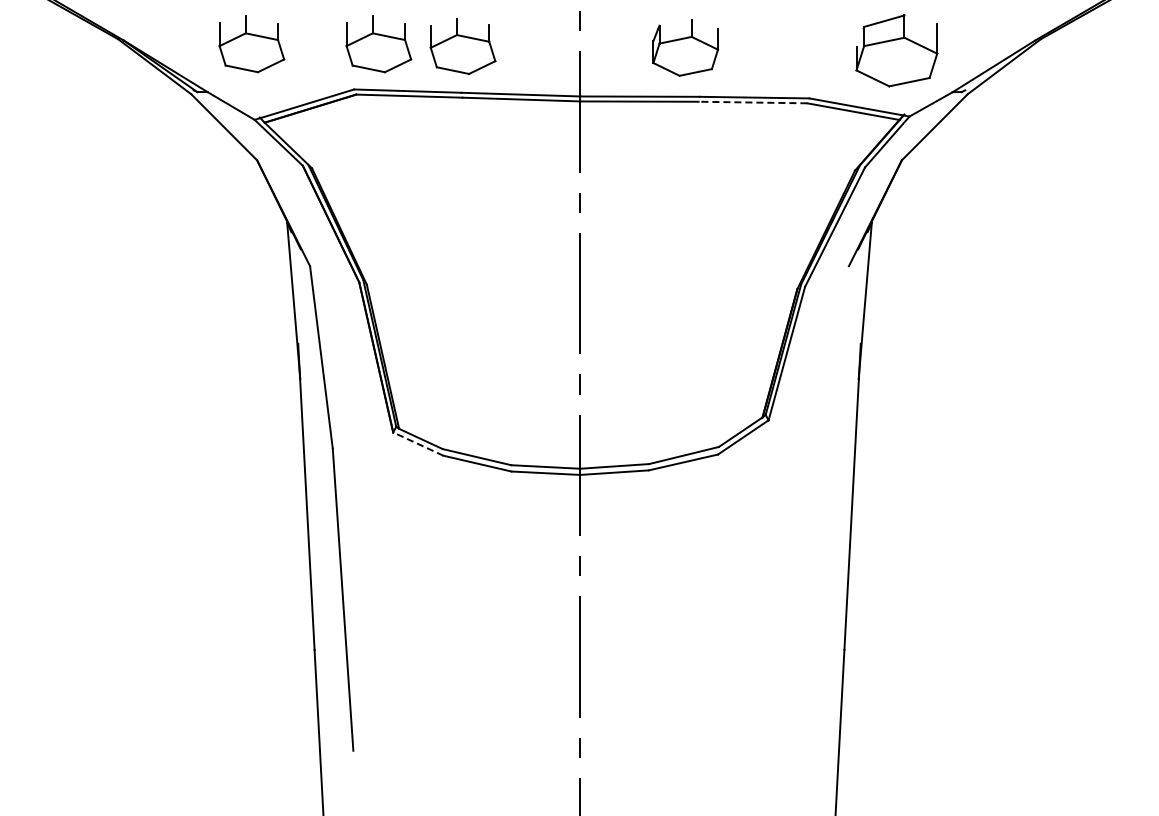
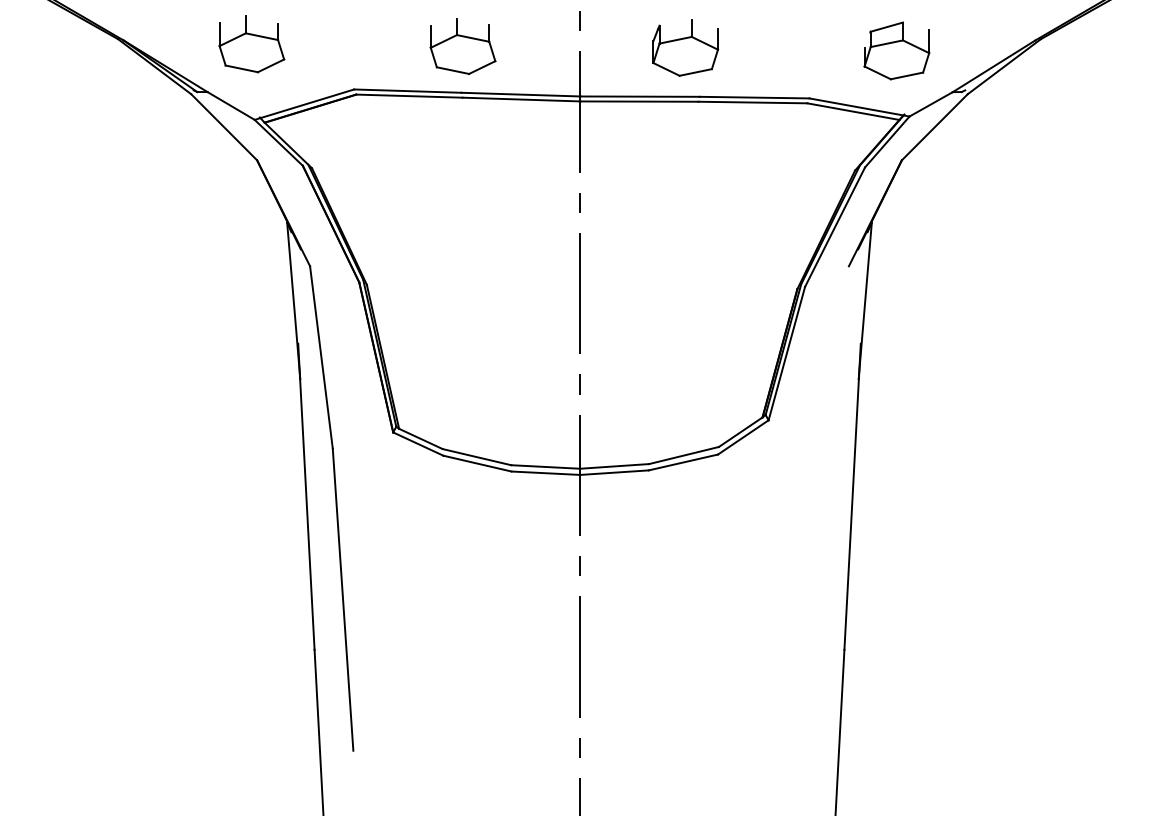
part at (378, 44): present -> none
part at (896, 50) size: 84x74 px -> 68x60 px
line at (752, 102): dashed -> solid
line at (418, 444): dashed -> solid
